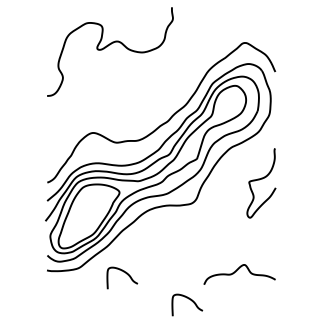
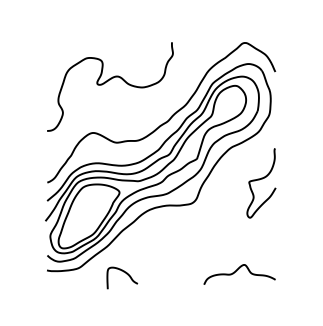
curve at (107, 47) position: (107, 47) -> (107, 82)
curve at (190, 300): present -> none
